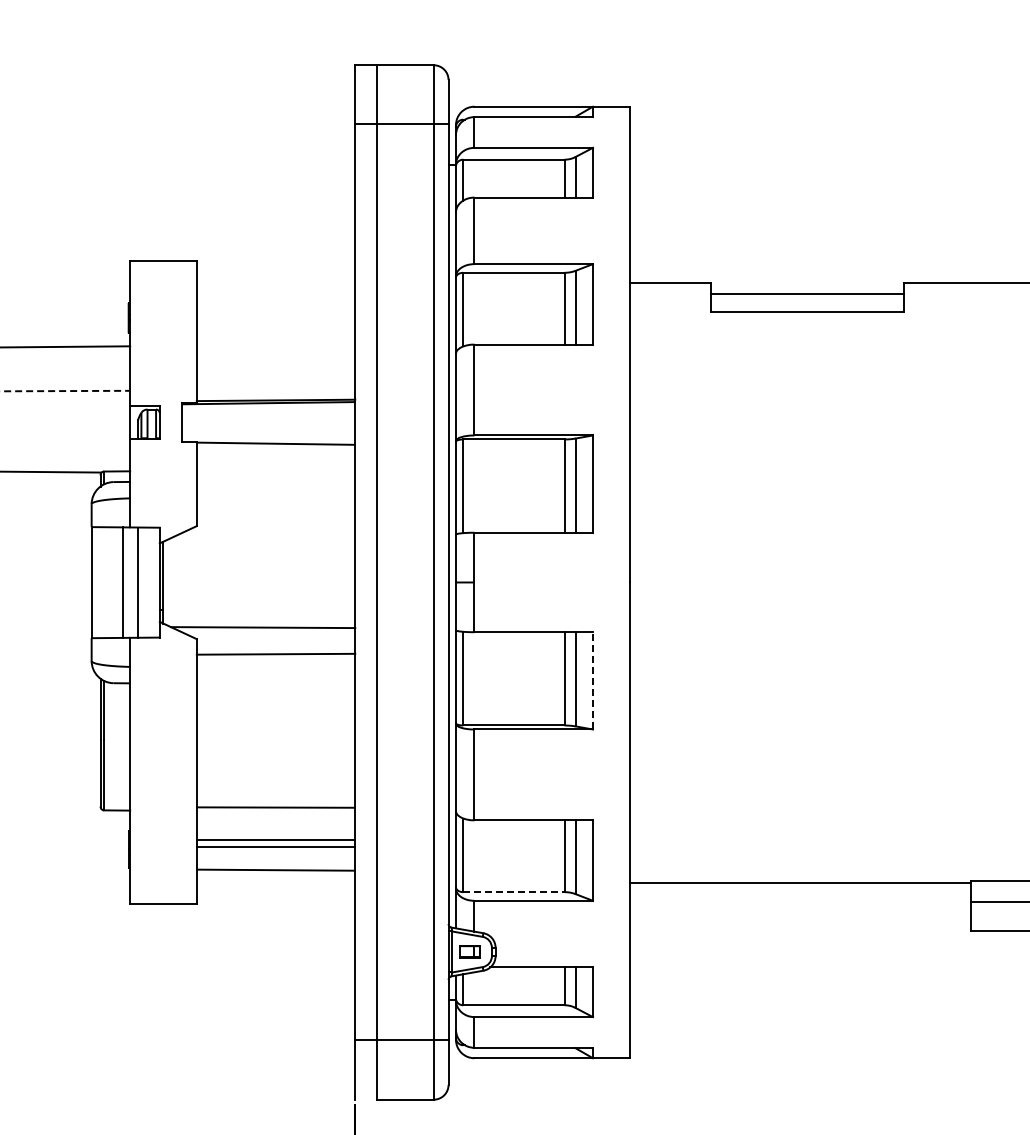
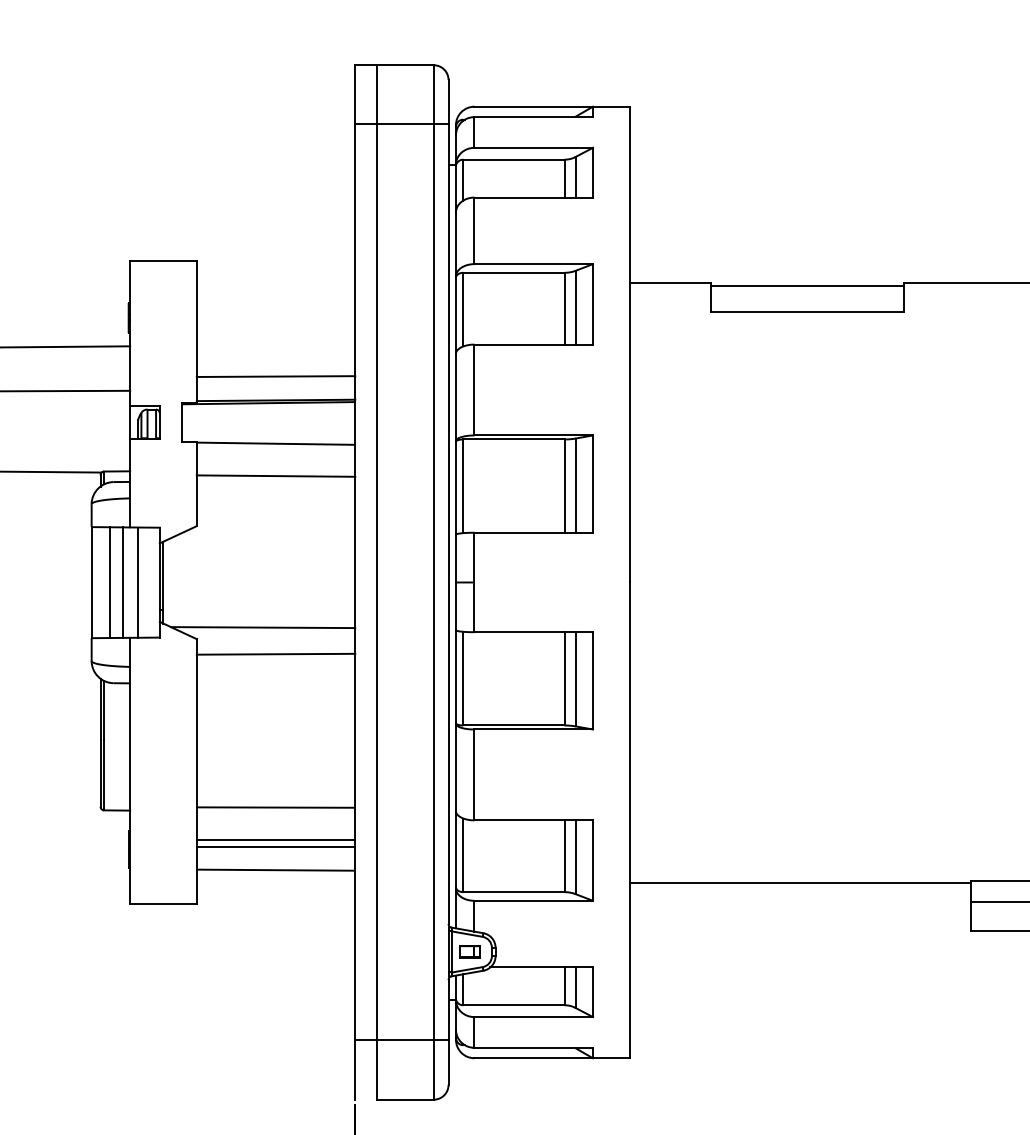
line at (807, 294) position: (807, 294) -> (807, 286)
line at (275, 376): none -> present
line at (65, 391): dashed -> solid
line at (275, 475): none -> present
line at (110, 582): none -> present
line at (592, 680): dashed -> solid
line at (513, 892): dashed -> solid
